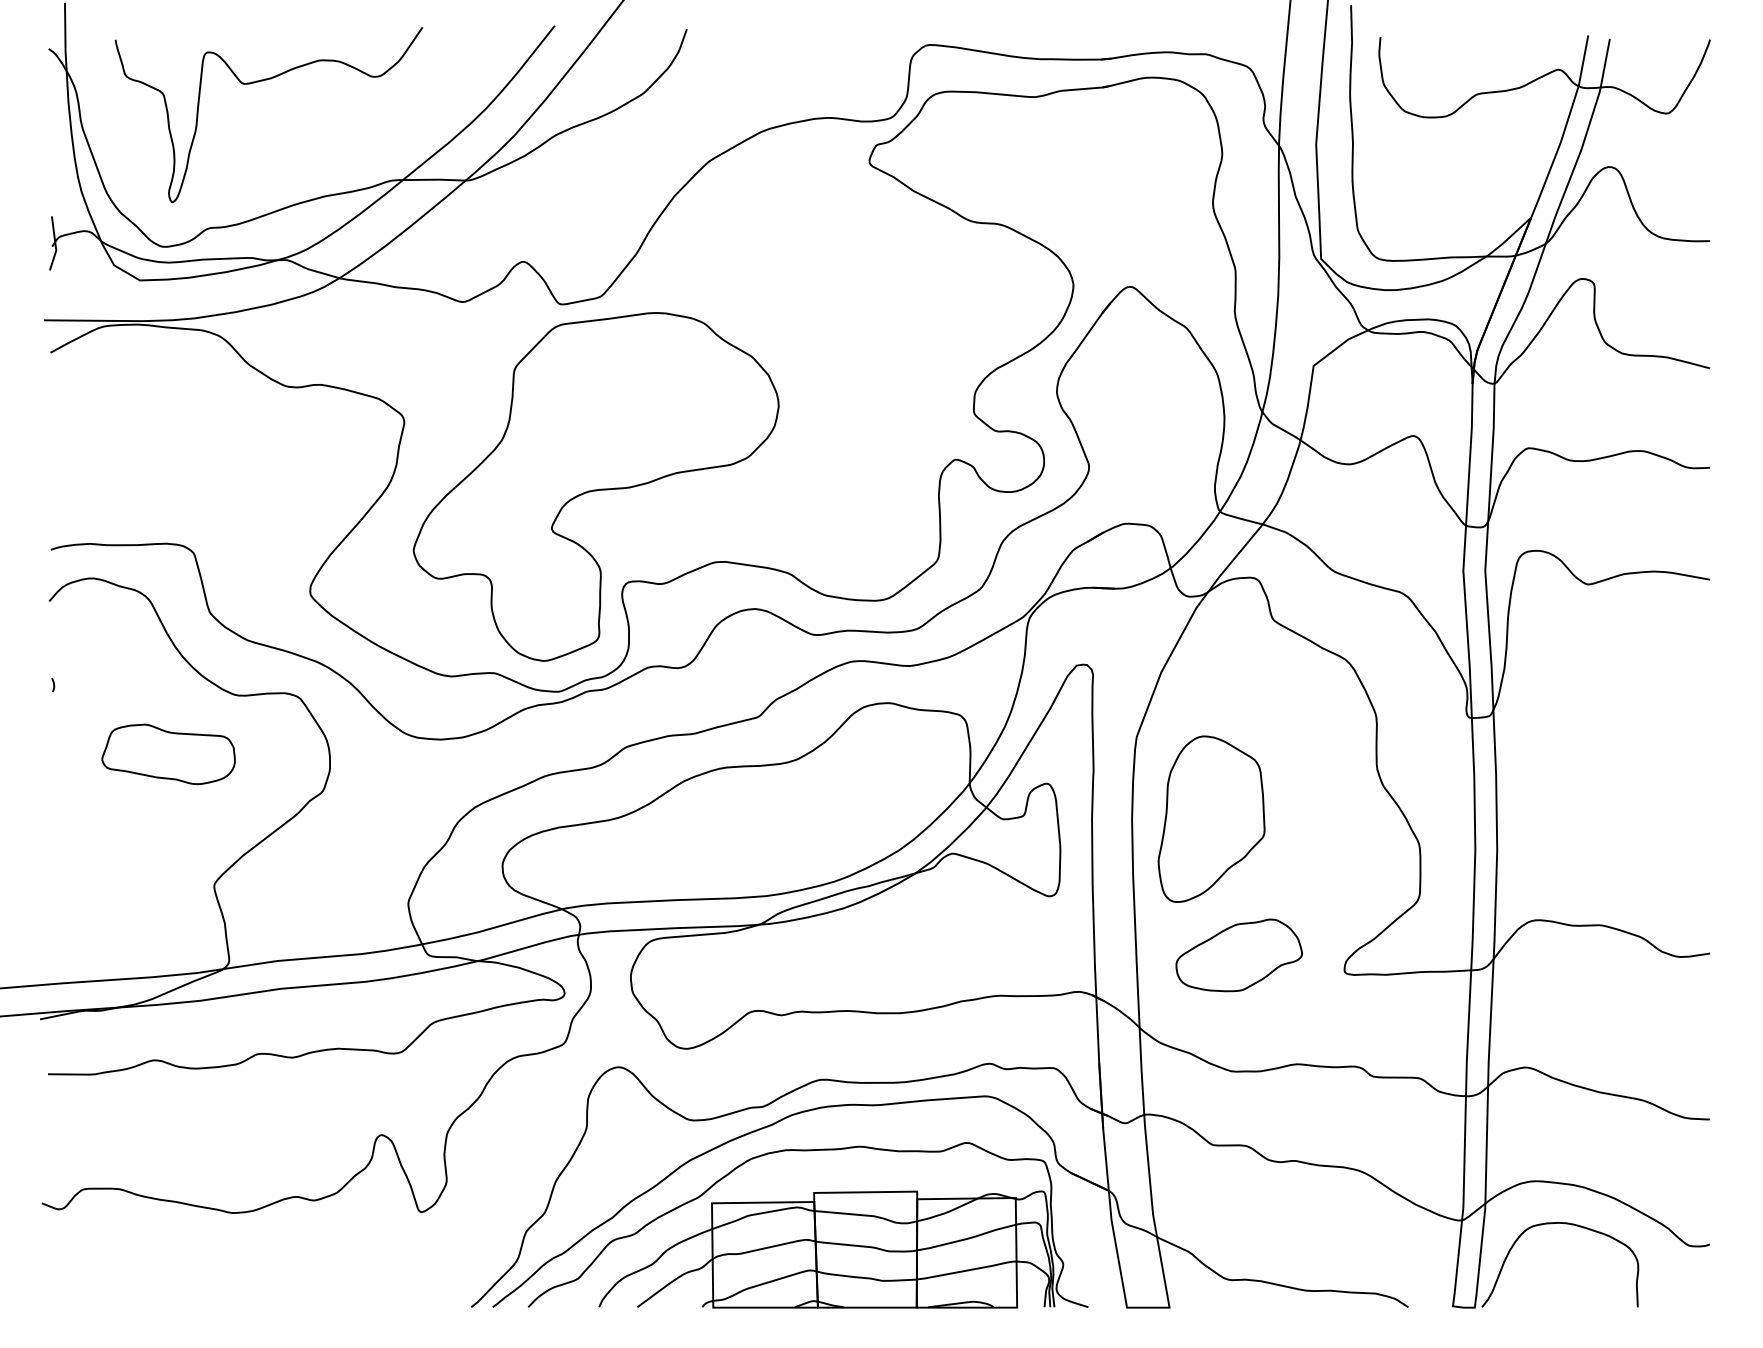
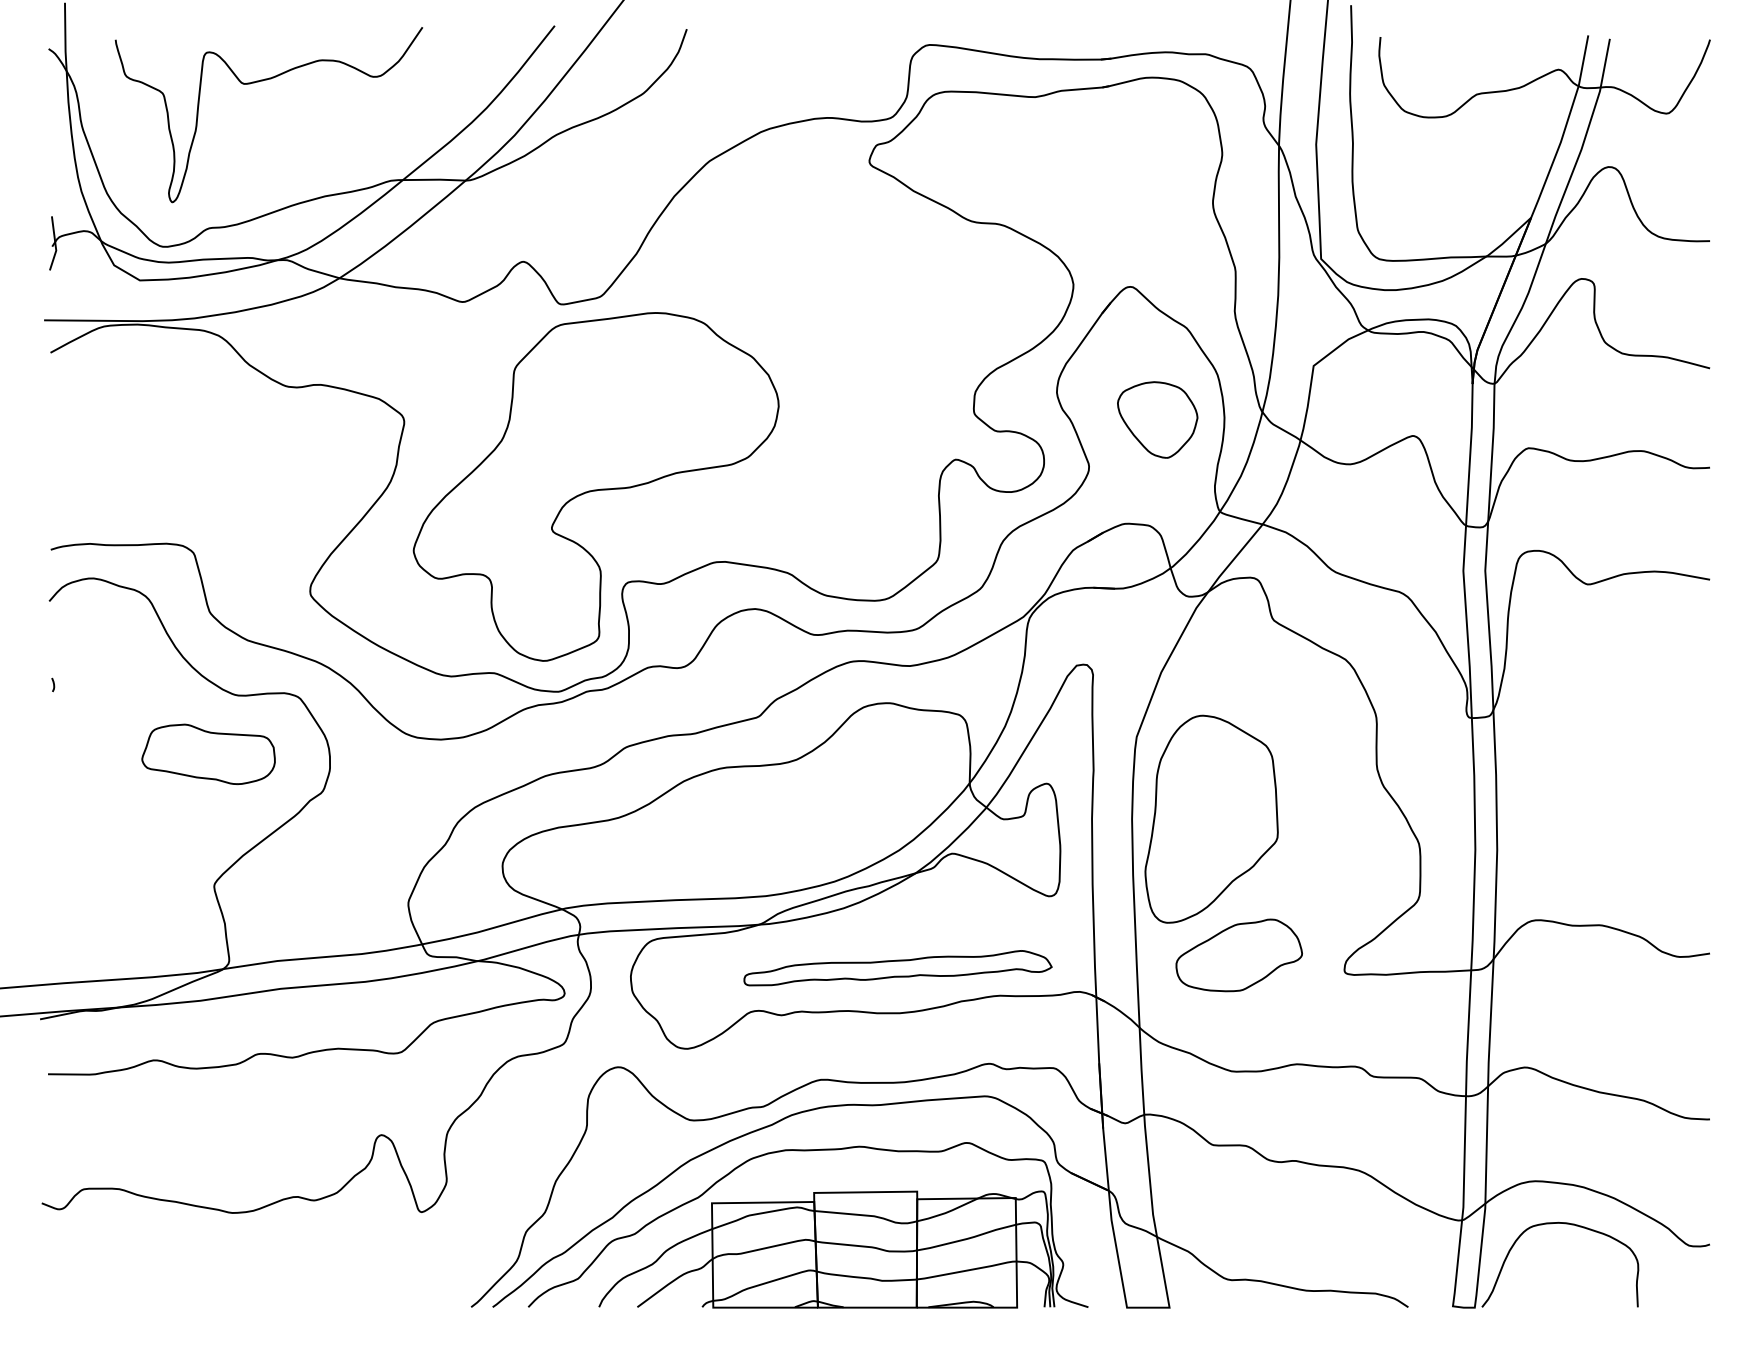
part at (1157, 419): none -> present
part at (168, 753) position: (168, 753) -> (208, 753)
part at (1211, 818) size: 109x168 px -> 135x210 px
part at (897, 968): none -> present
